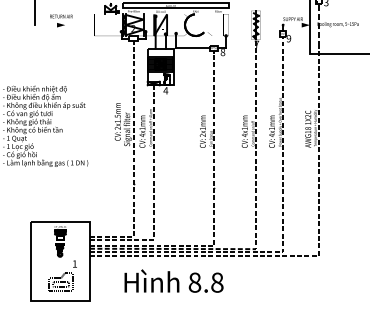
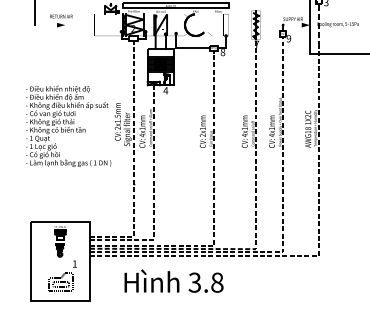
text at (45, 125) position: (45, 125) -> (68, 125)
text at (194, 282): 8.8 -> 3.8
